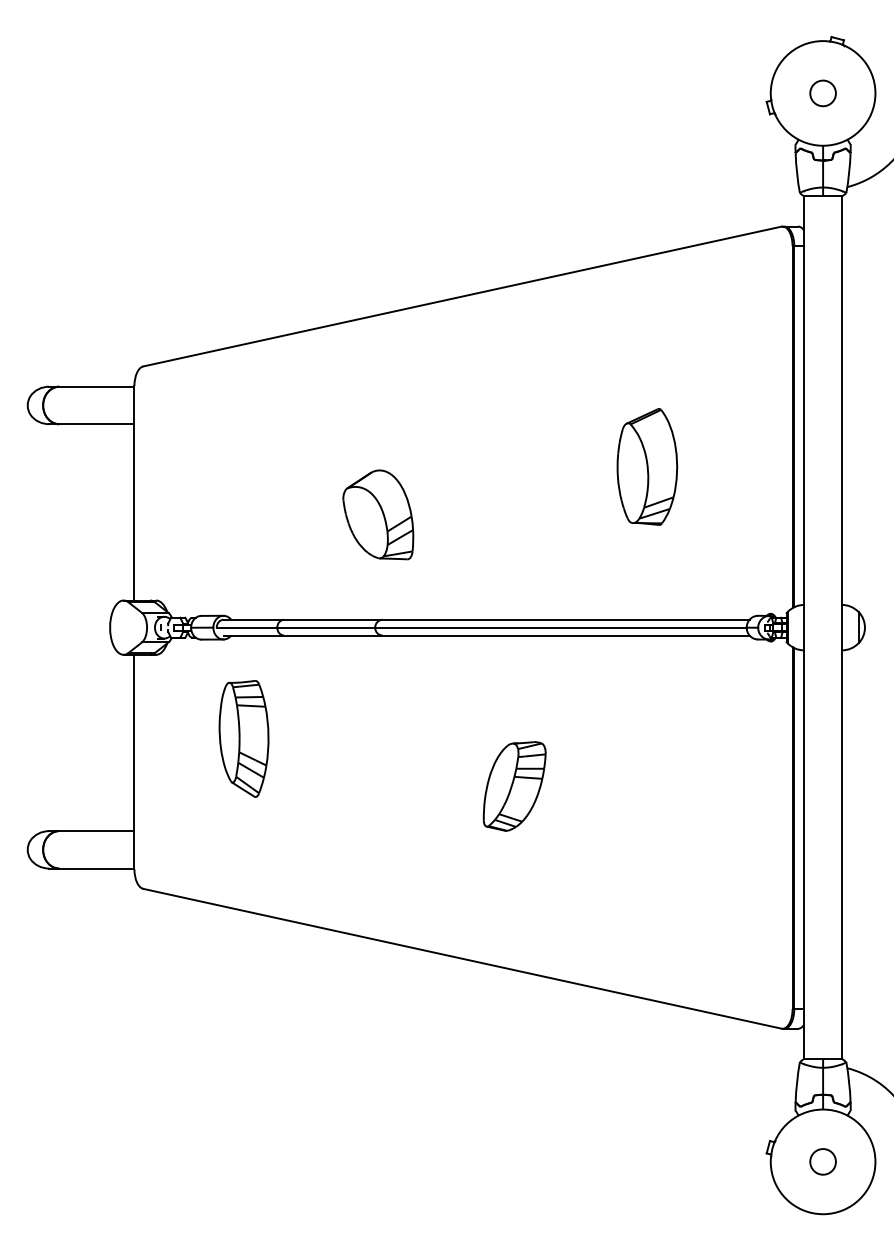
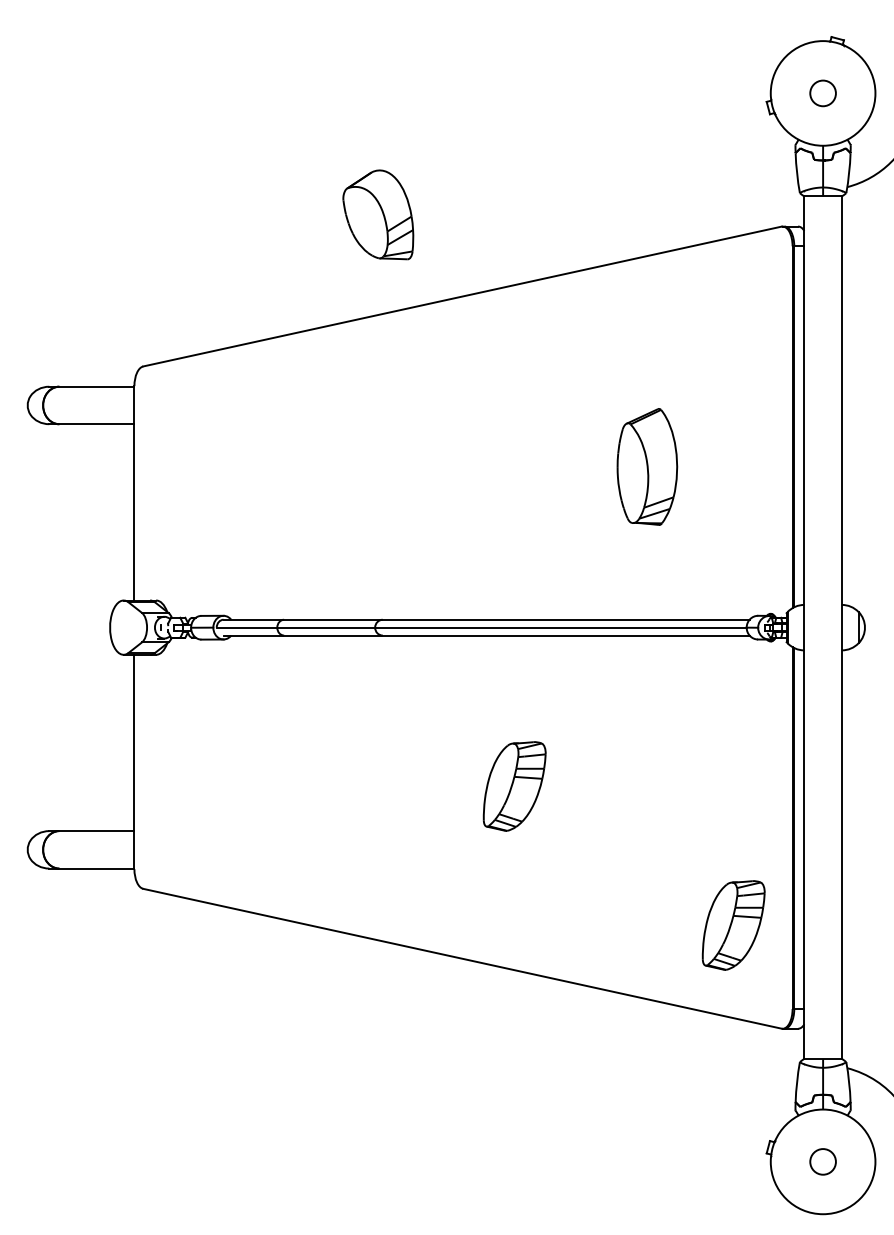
part at (378, 514) position: (378, 514) -> (378, 214)
part at (243, 738): present -> none
part at (733, 925): none -> present
